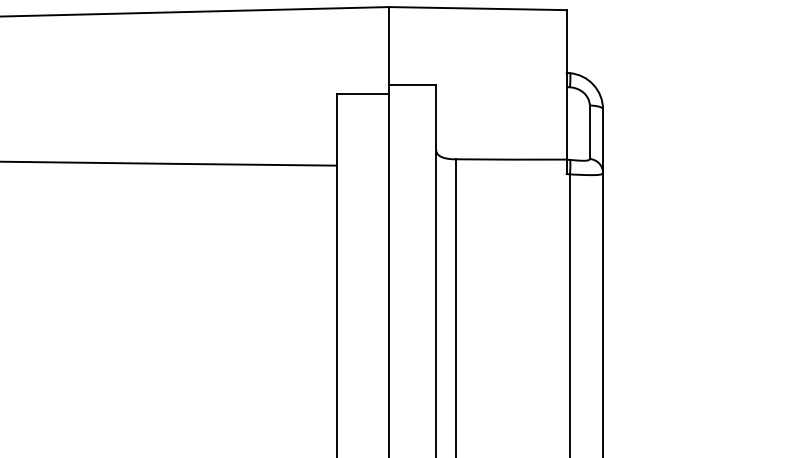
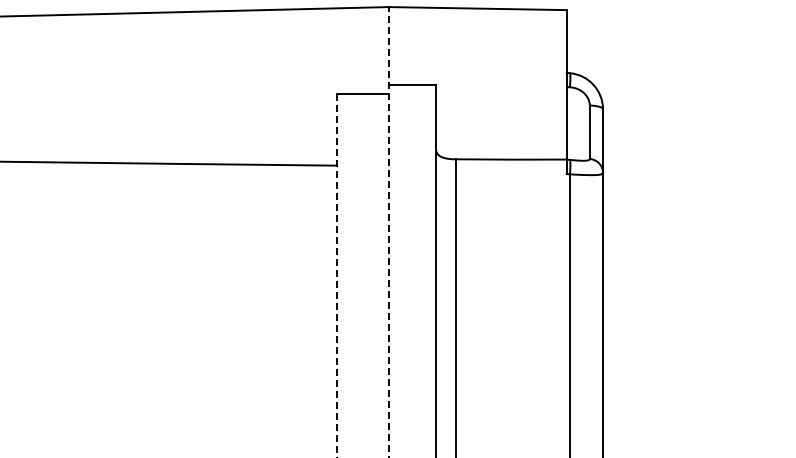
line at (388, 232): solid -> dashed
line at (336, 276): solid -> dashed
